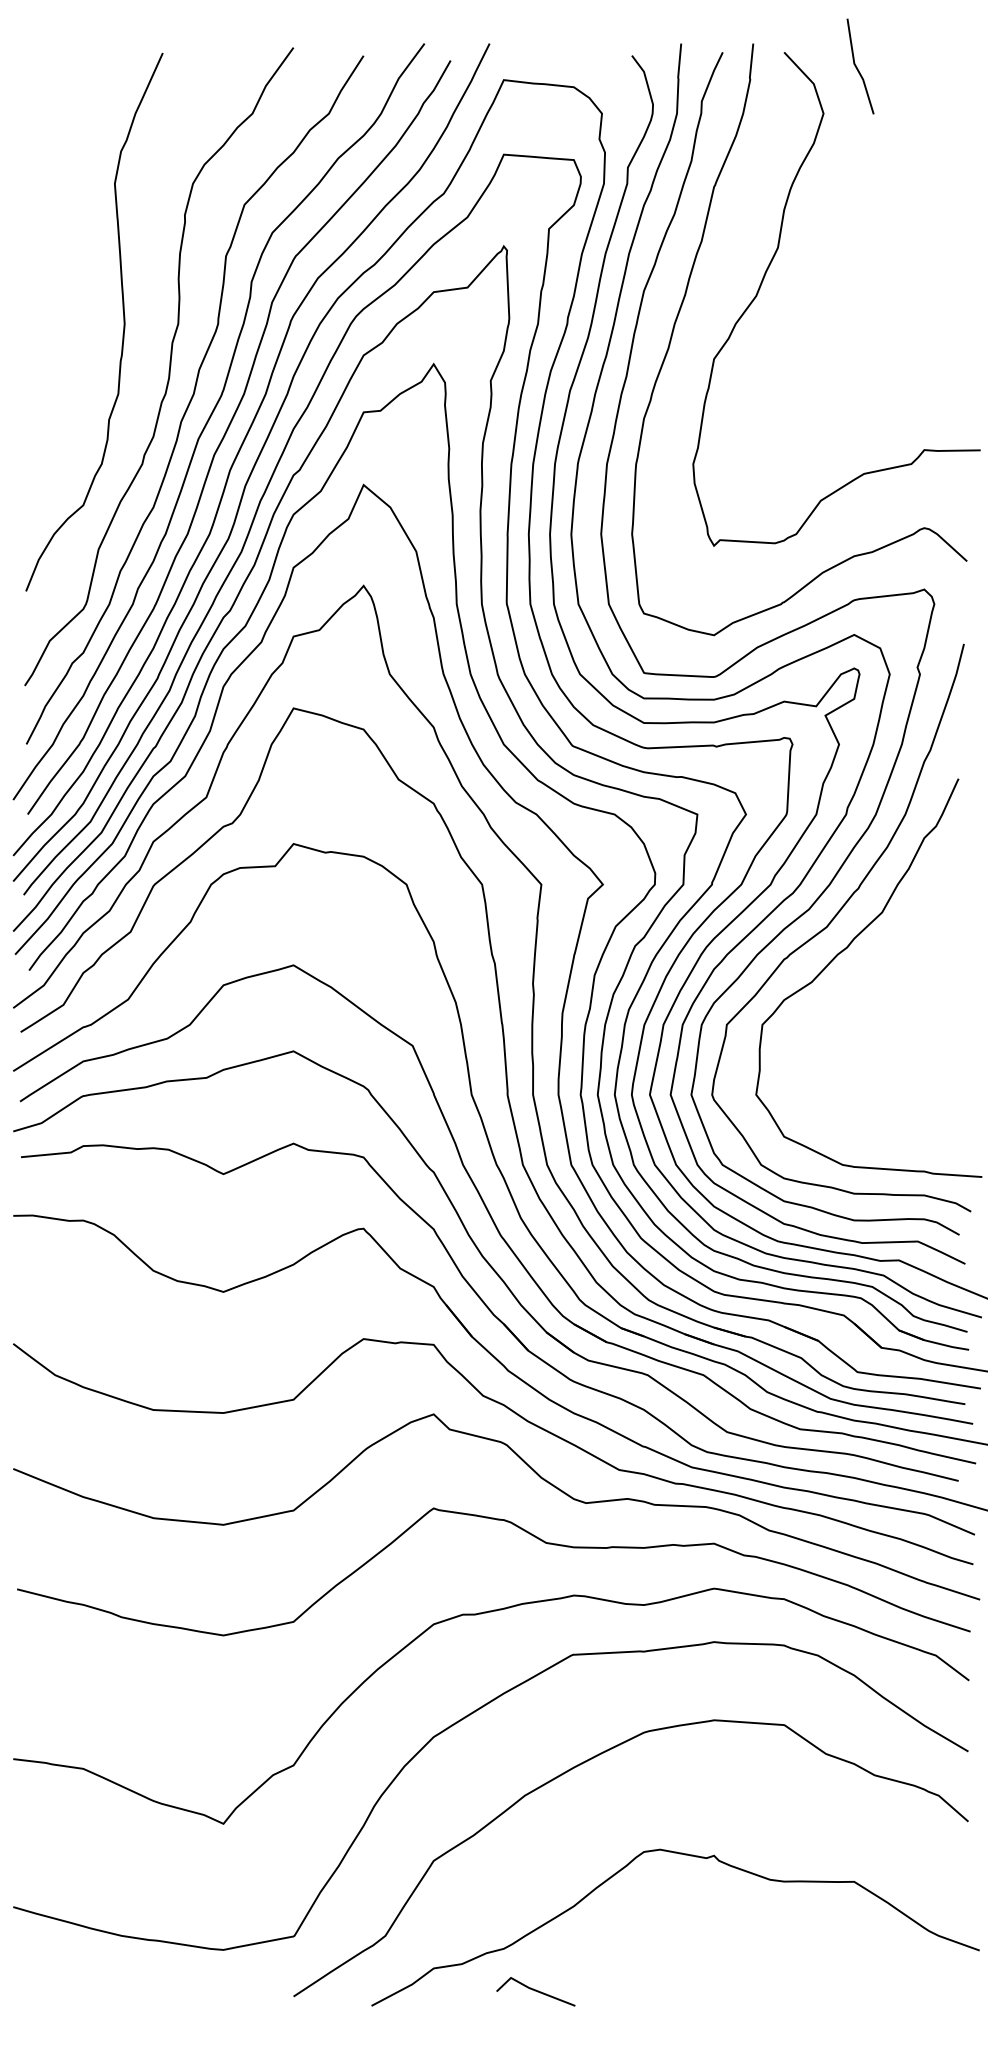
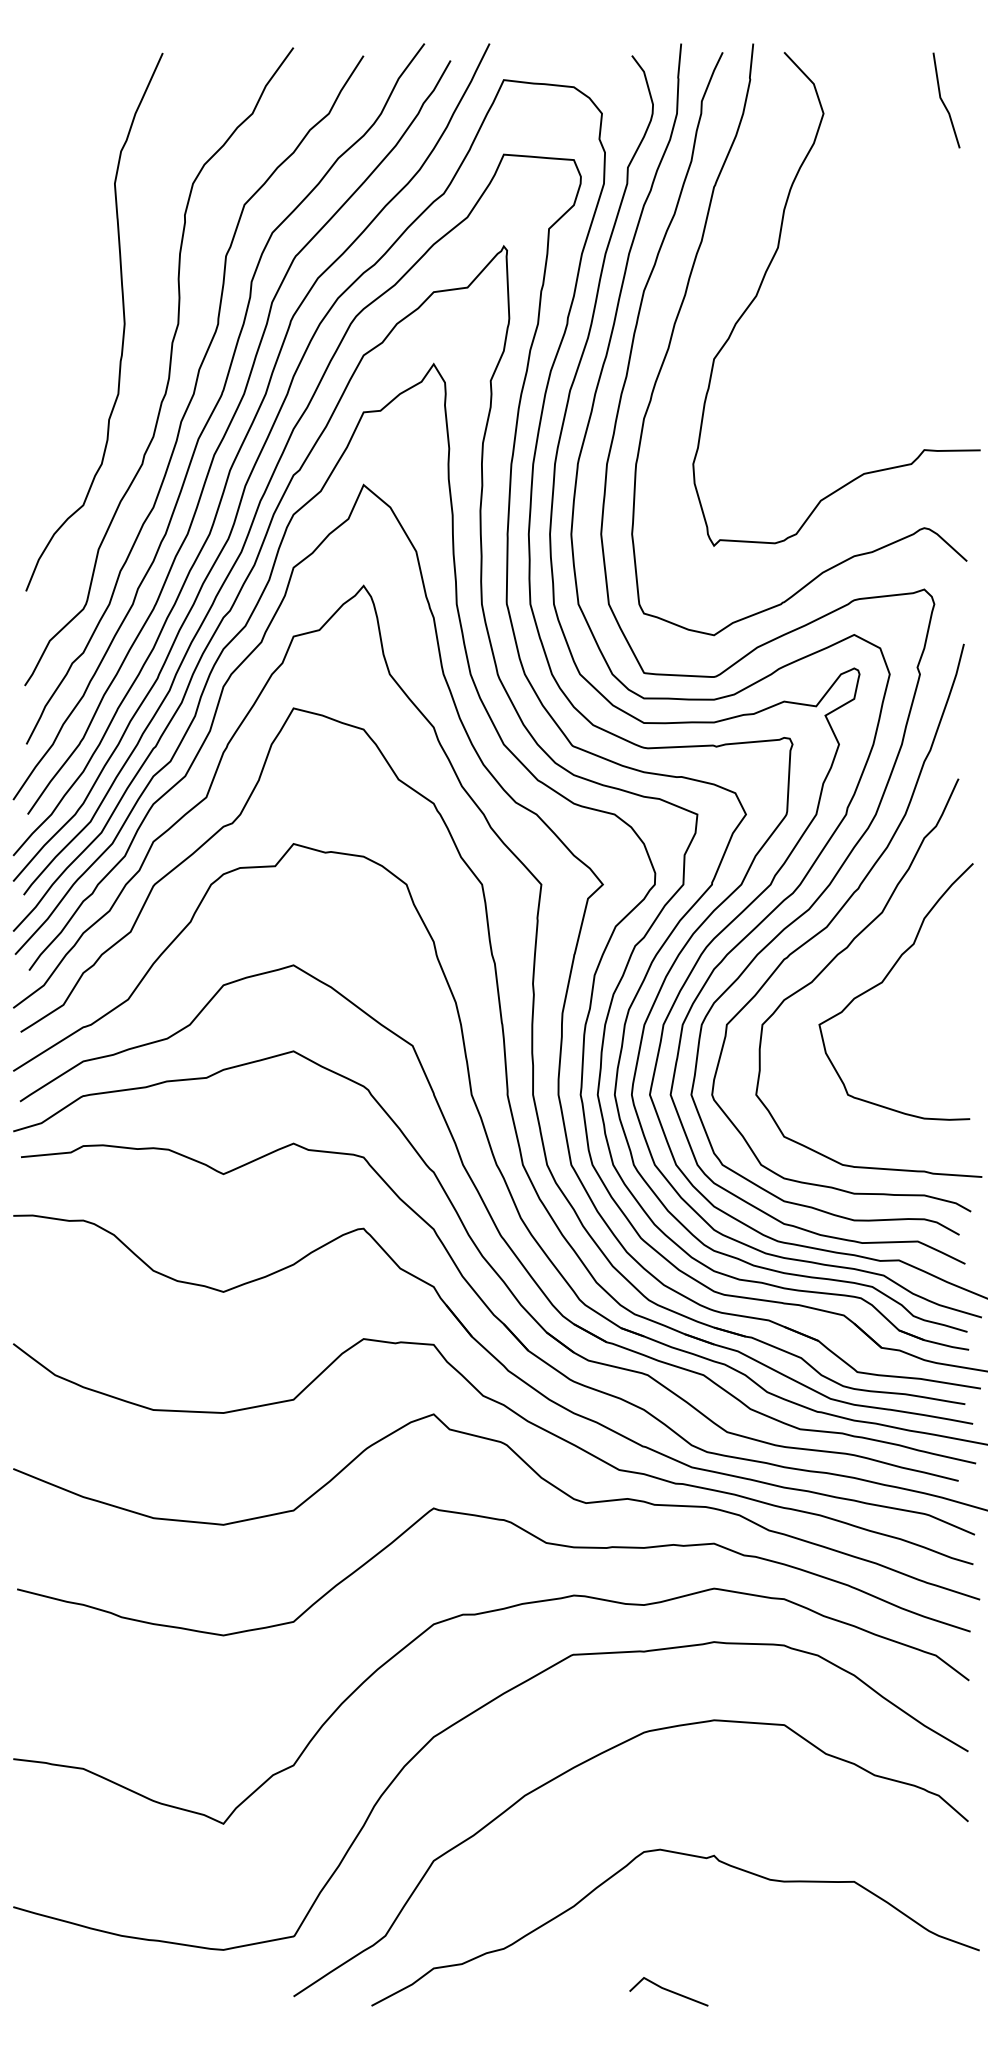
line at (858, 68) position: (858, 68) -> (944, 102)
curve at (883, 982): none -> present
line at (535, 1991) position: (535, 1991) -> (668, 1991)
